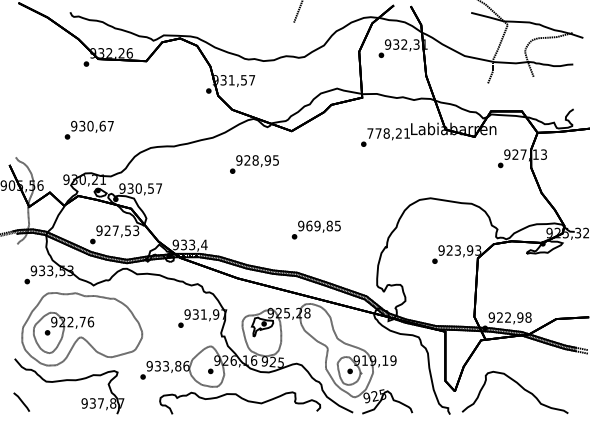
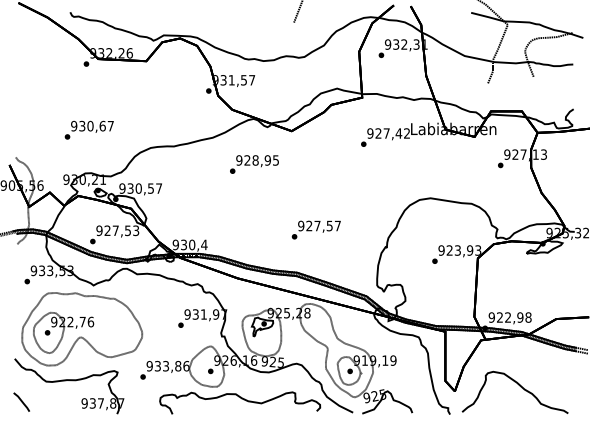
text at (388, 133): 778,21 -> 927,42
text at (323, 225): 969,85 -> 927,57
text at (192, 244): 933,4 -> 930,4
